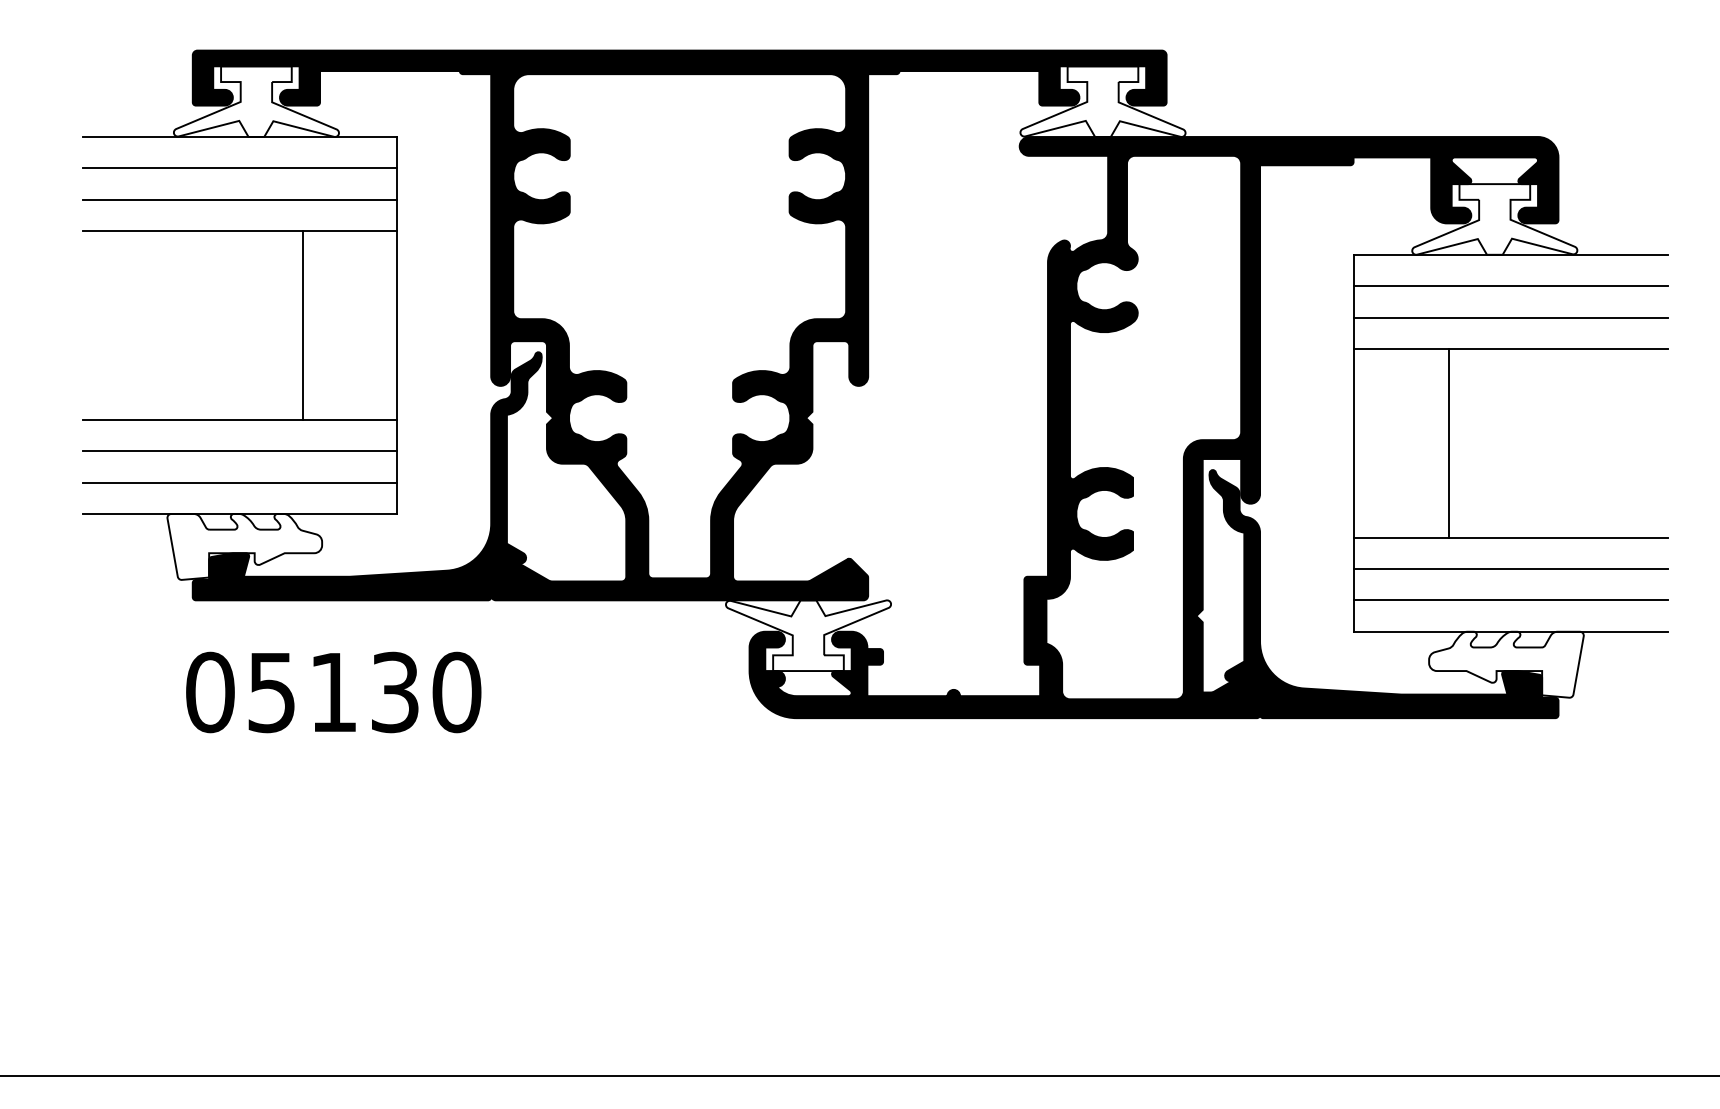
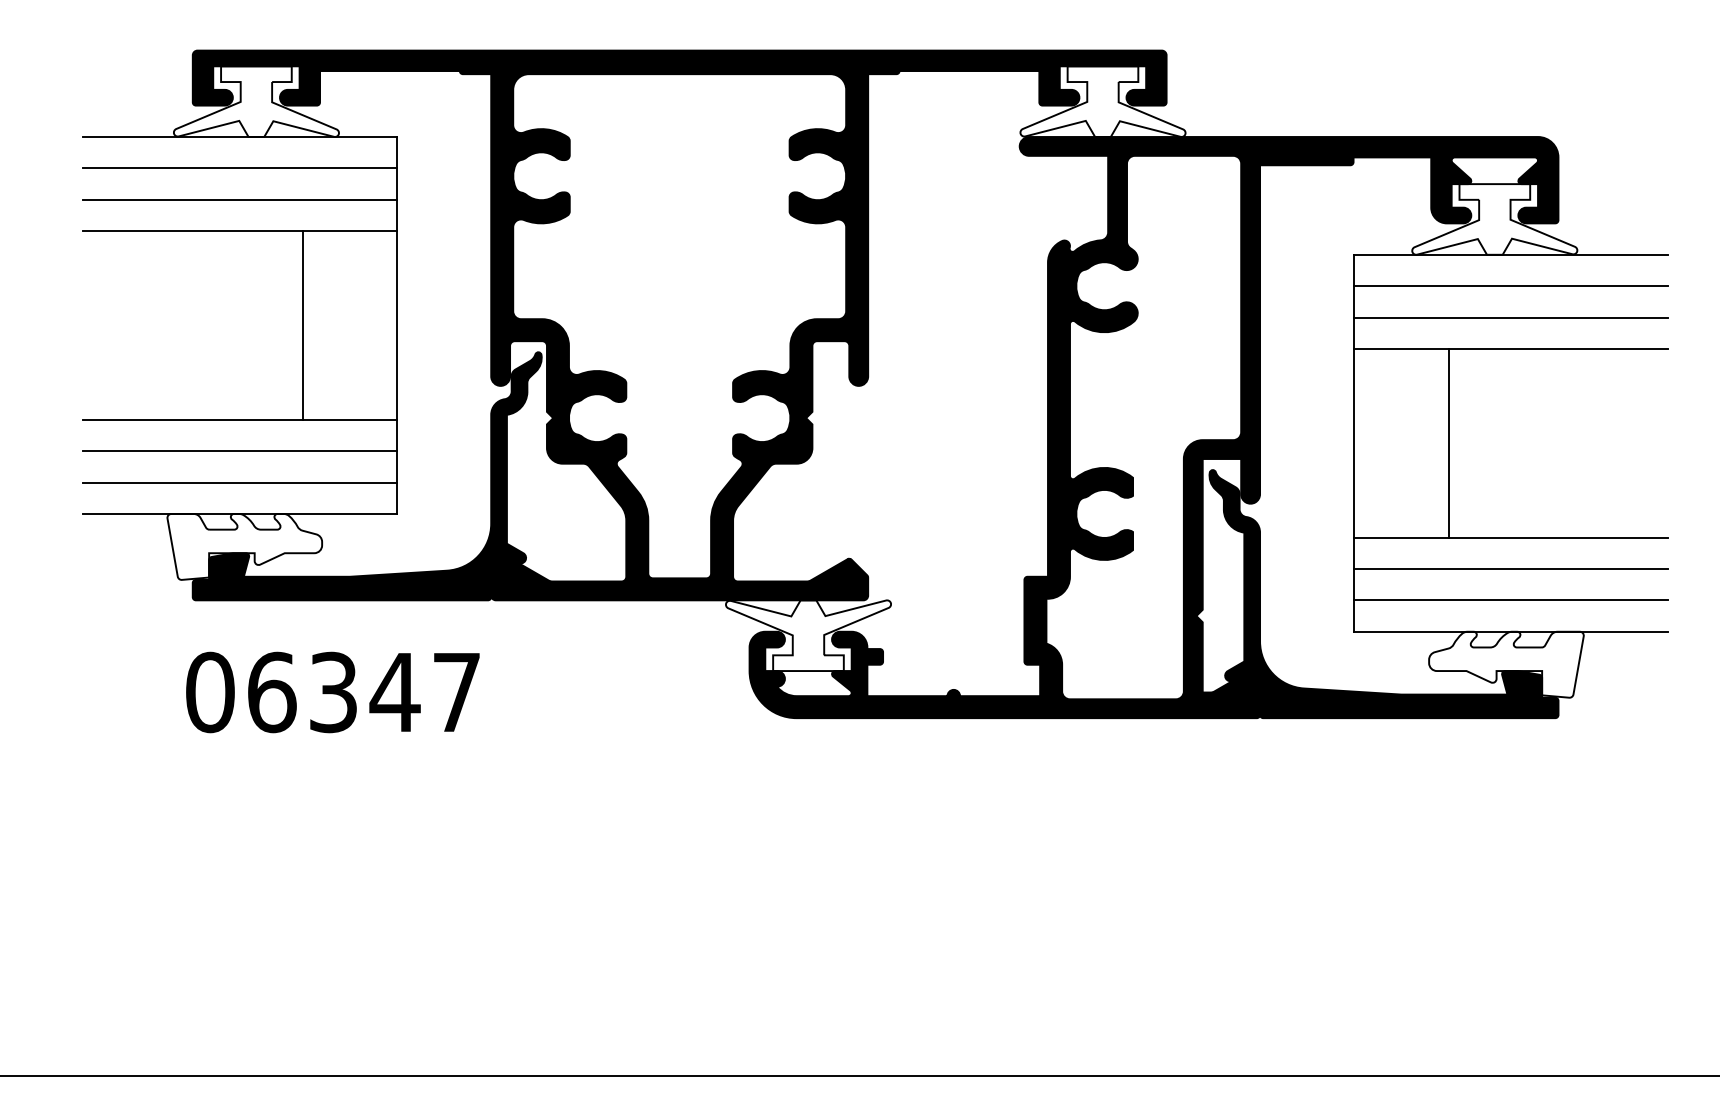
text at (364, 692): 05130 -> 06347
